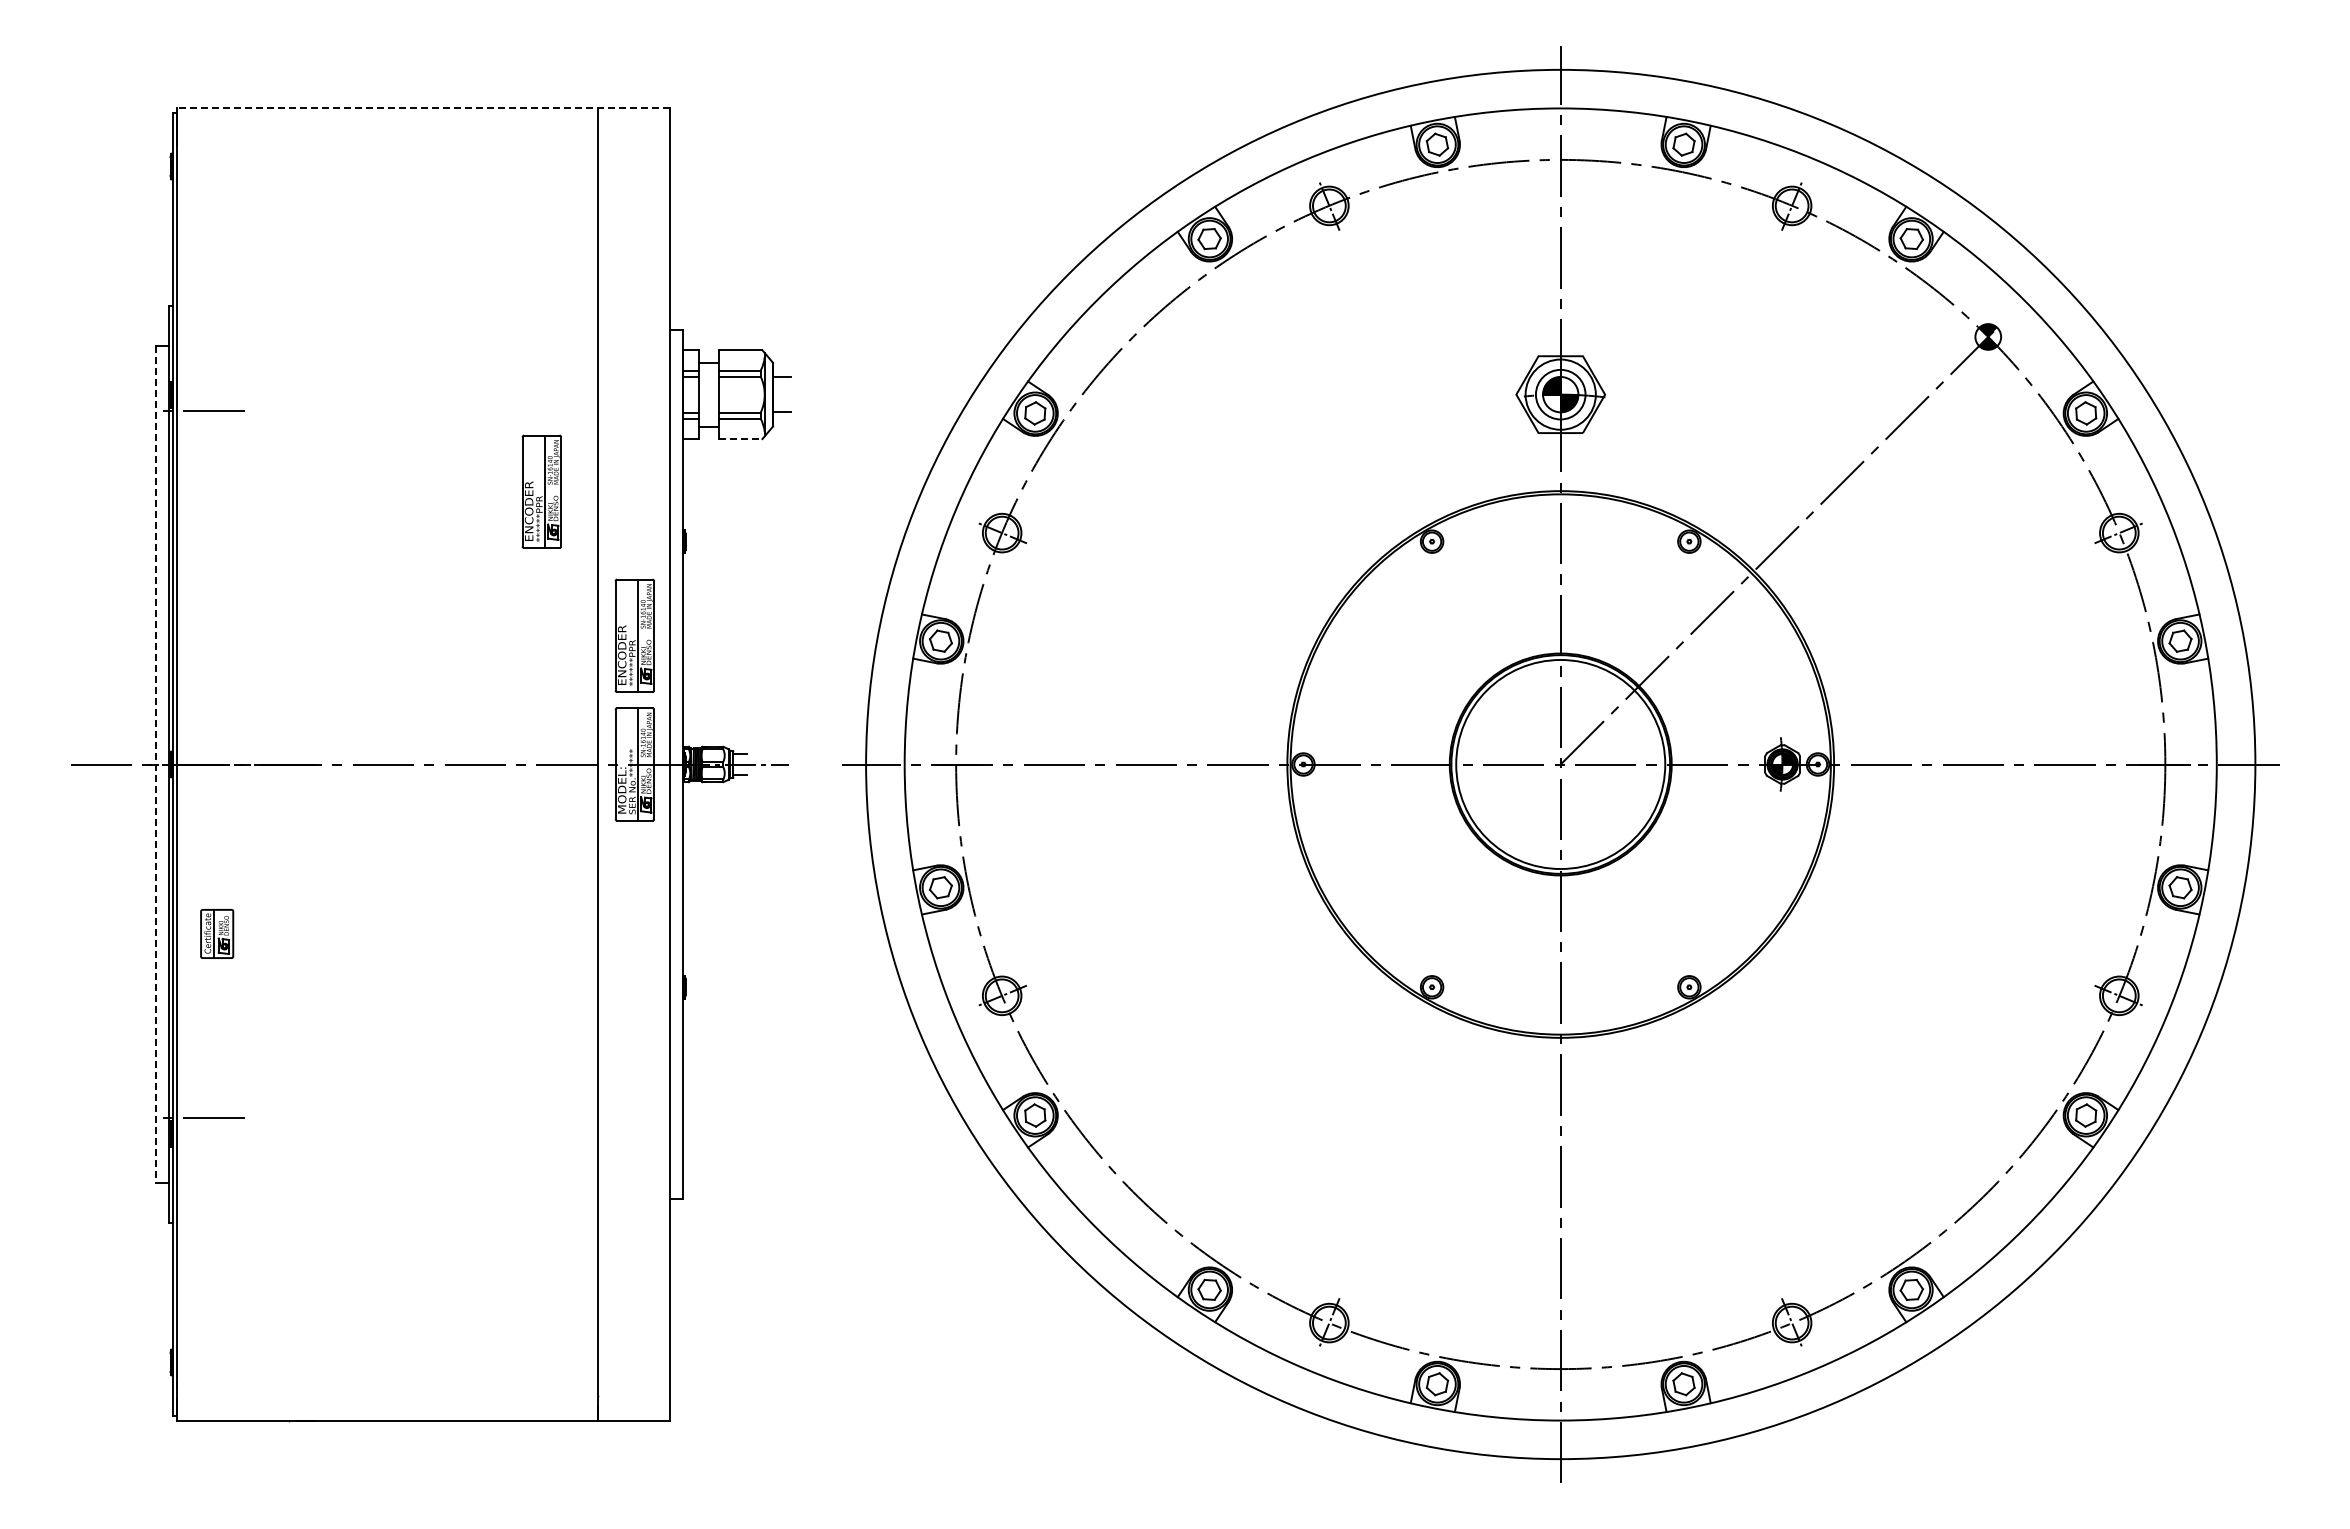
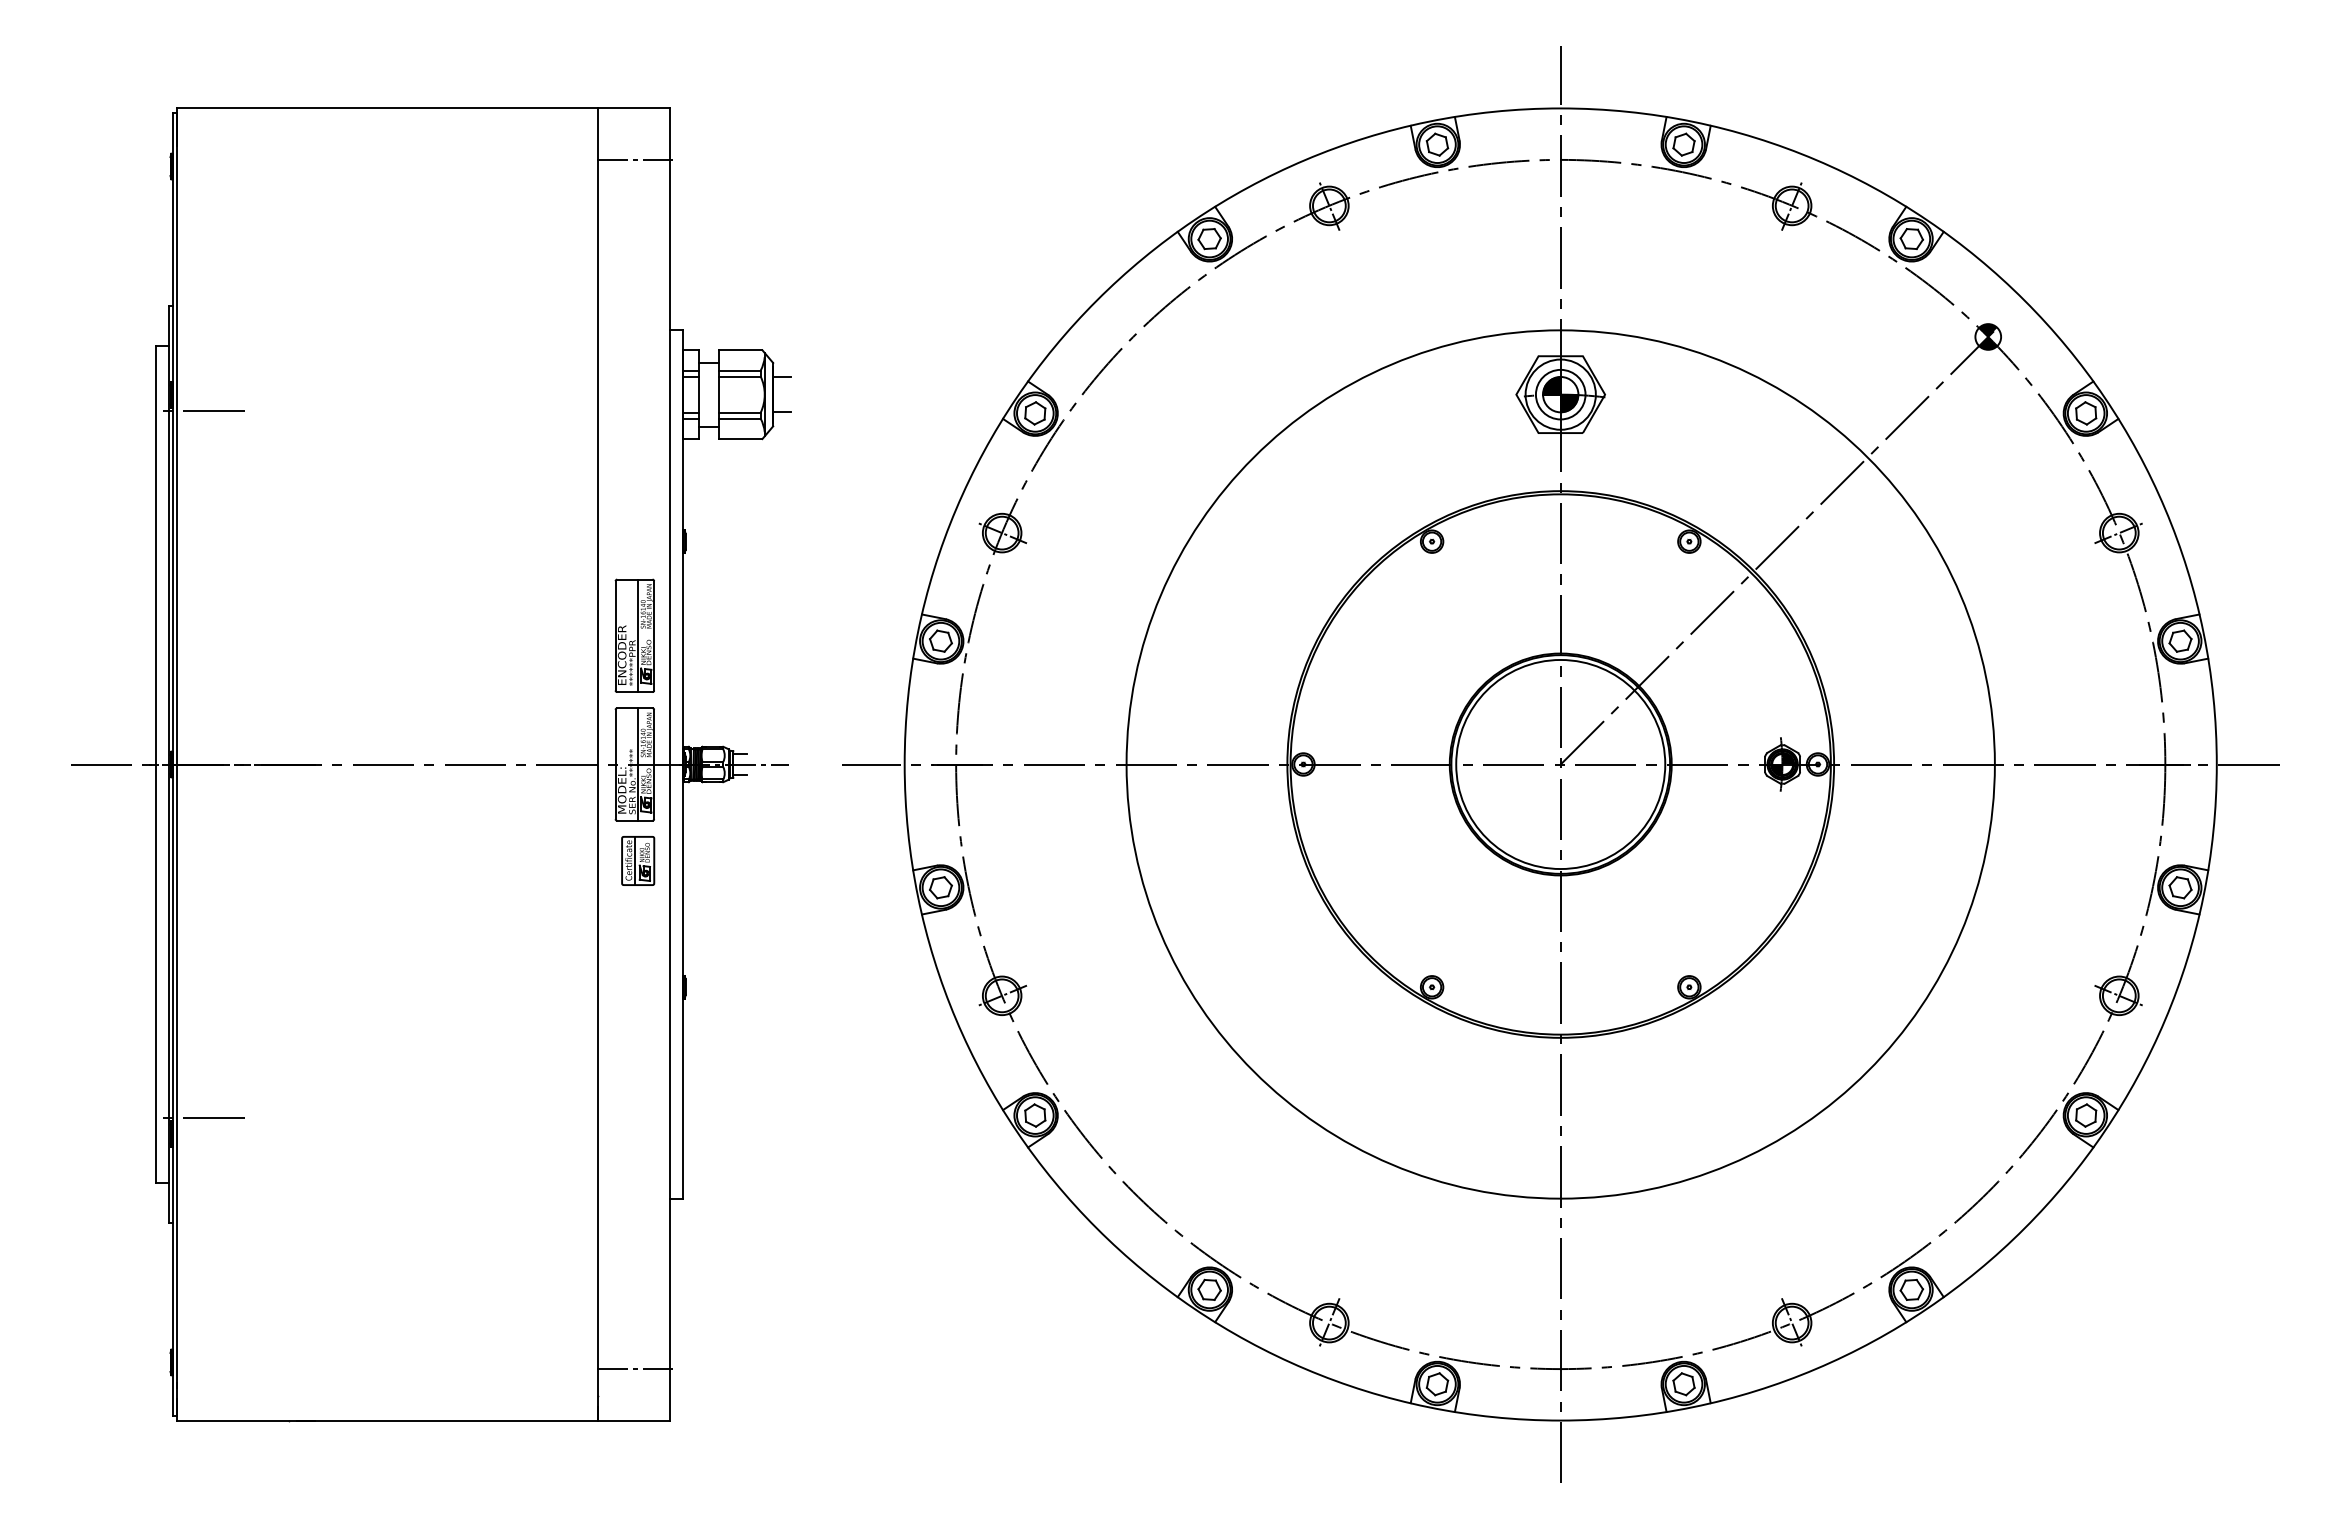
line at (423, 108): dashed -> solid
line at (633, 159): none -> present
line at (740, 439): dashed -> solid
part at (541, 491): present -> none
circle at (1560, 764) diameter: 1389 px -> 868 px
line at (155, 765): dashed -> solid
part at (217, 933) position: (217, 933) -> (638, 860)
line at (633, 1369): none -> present
